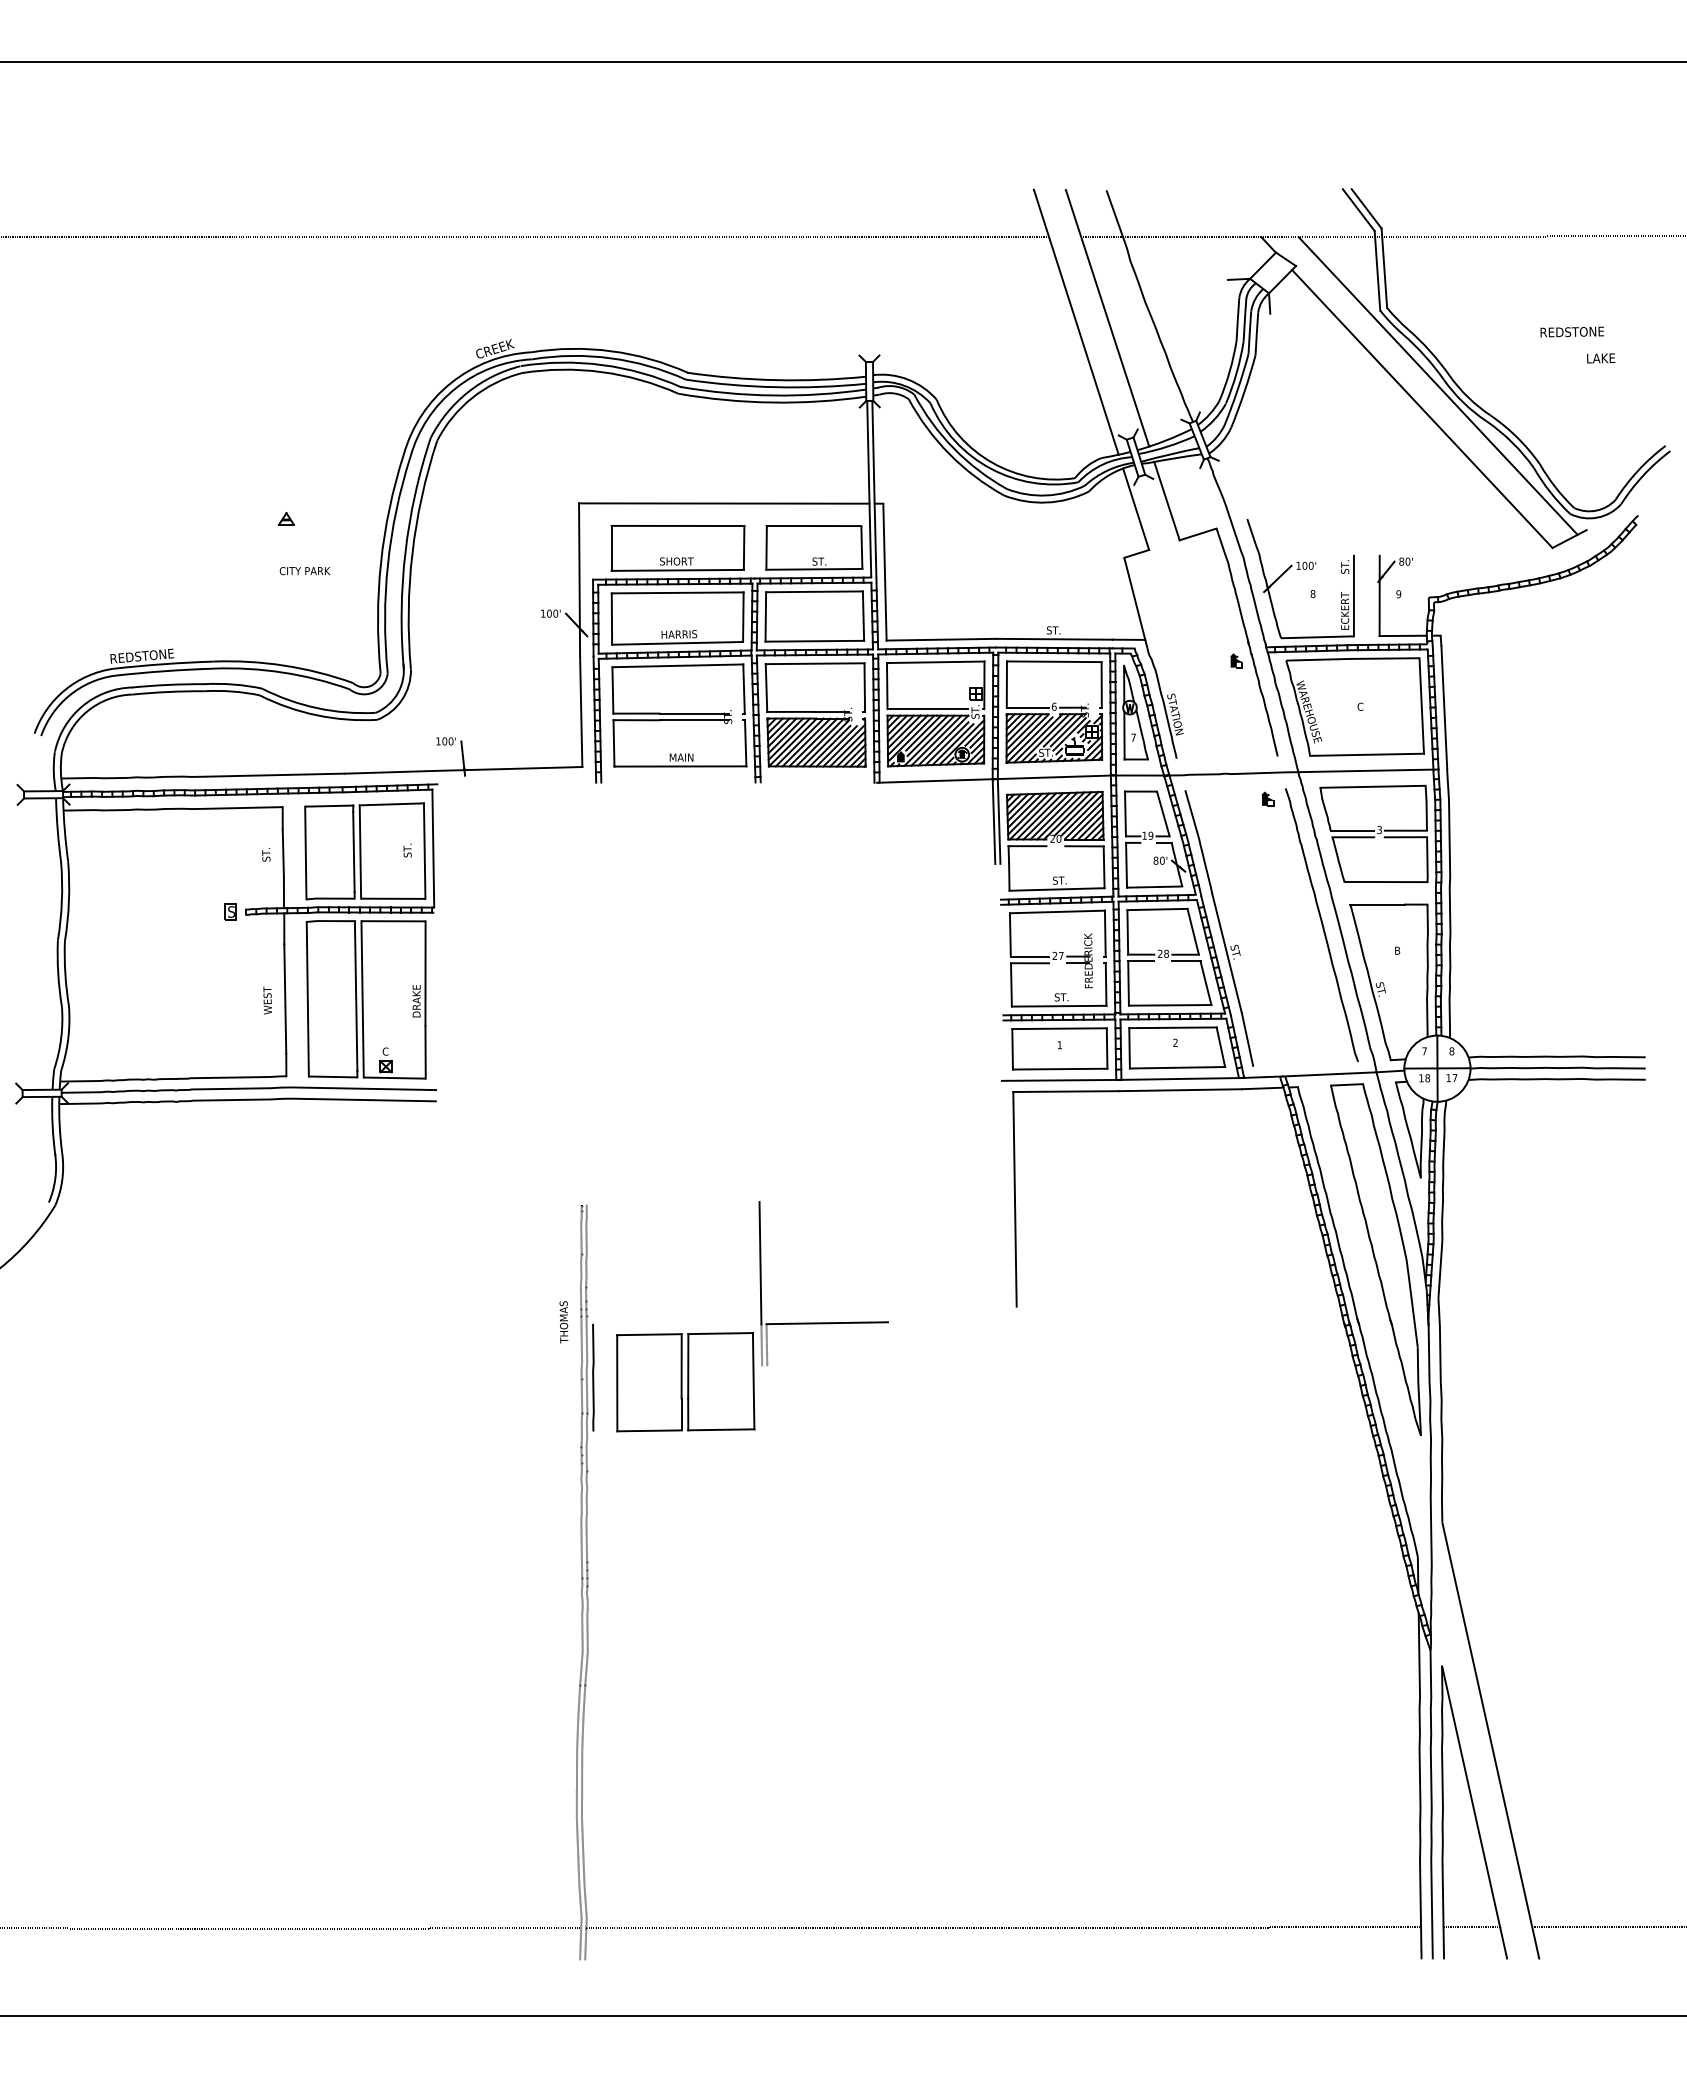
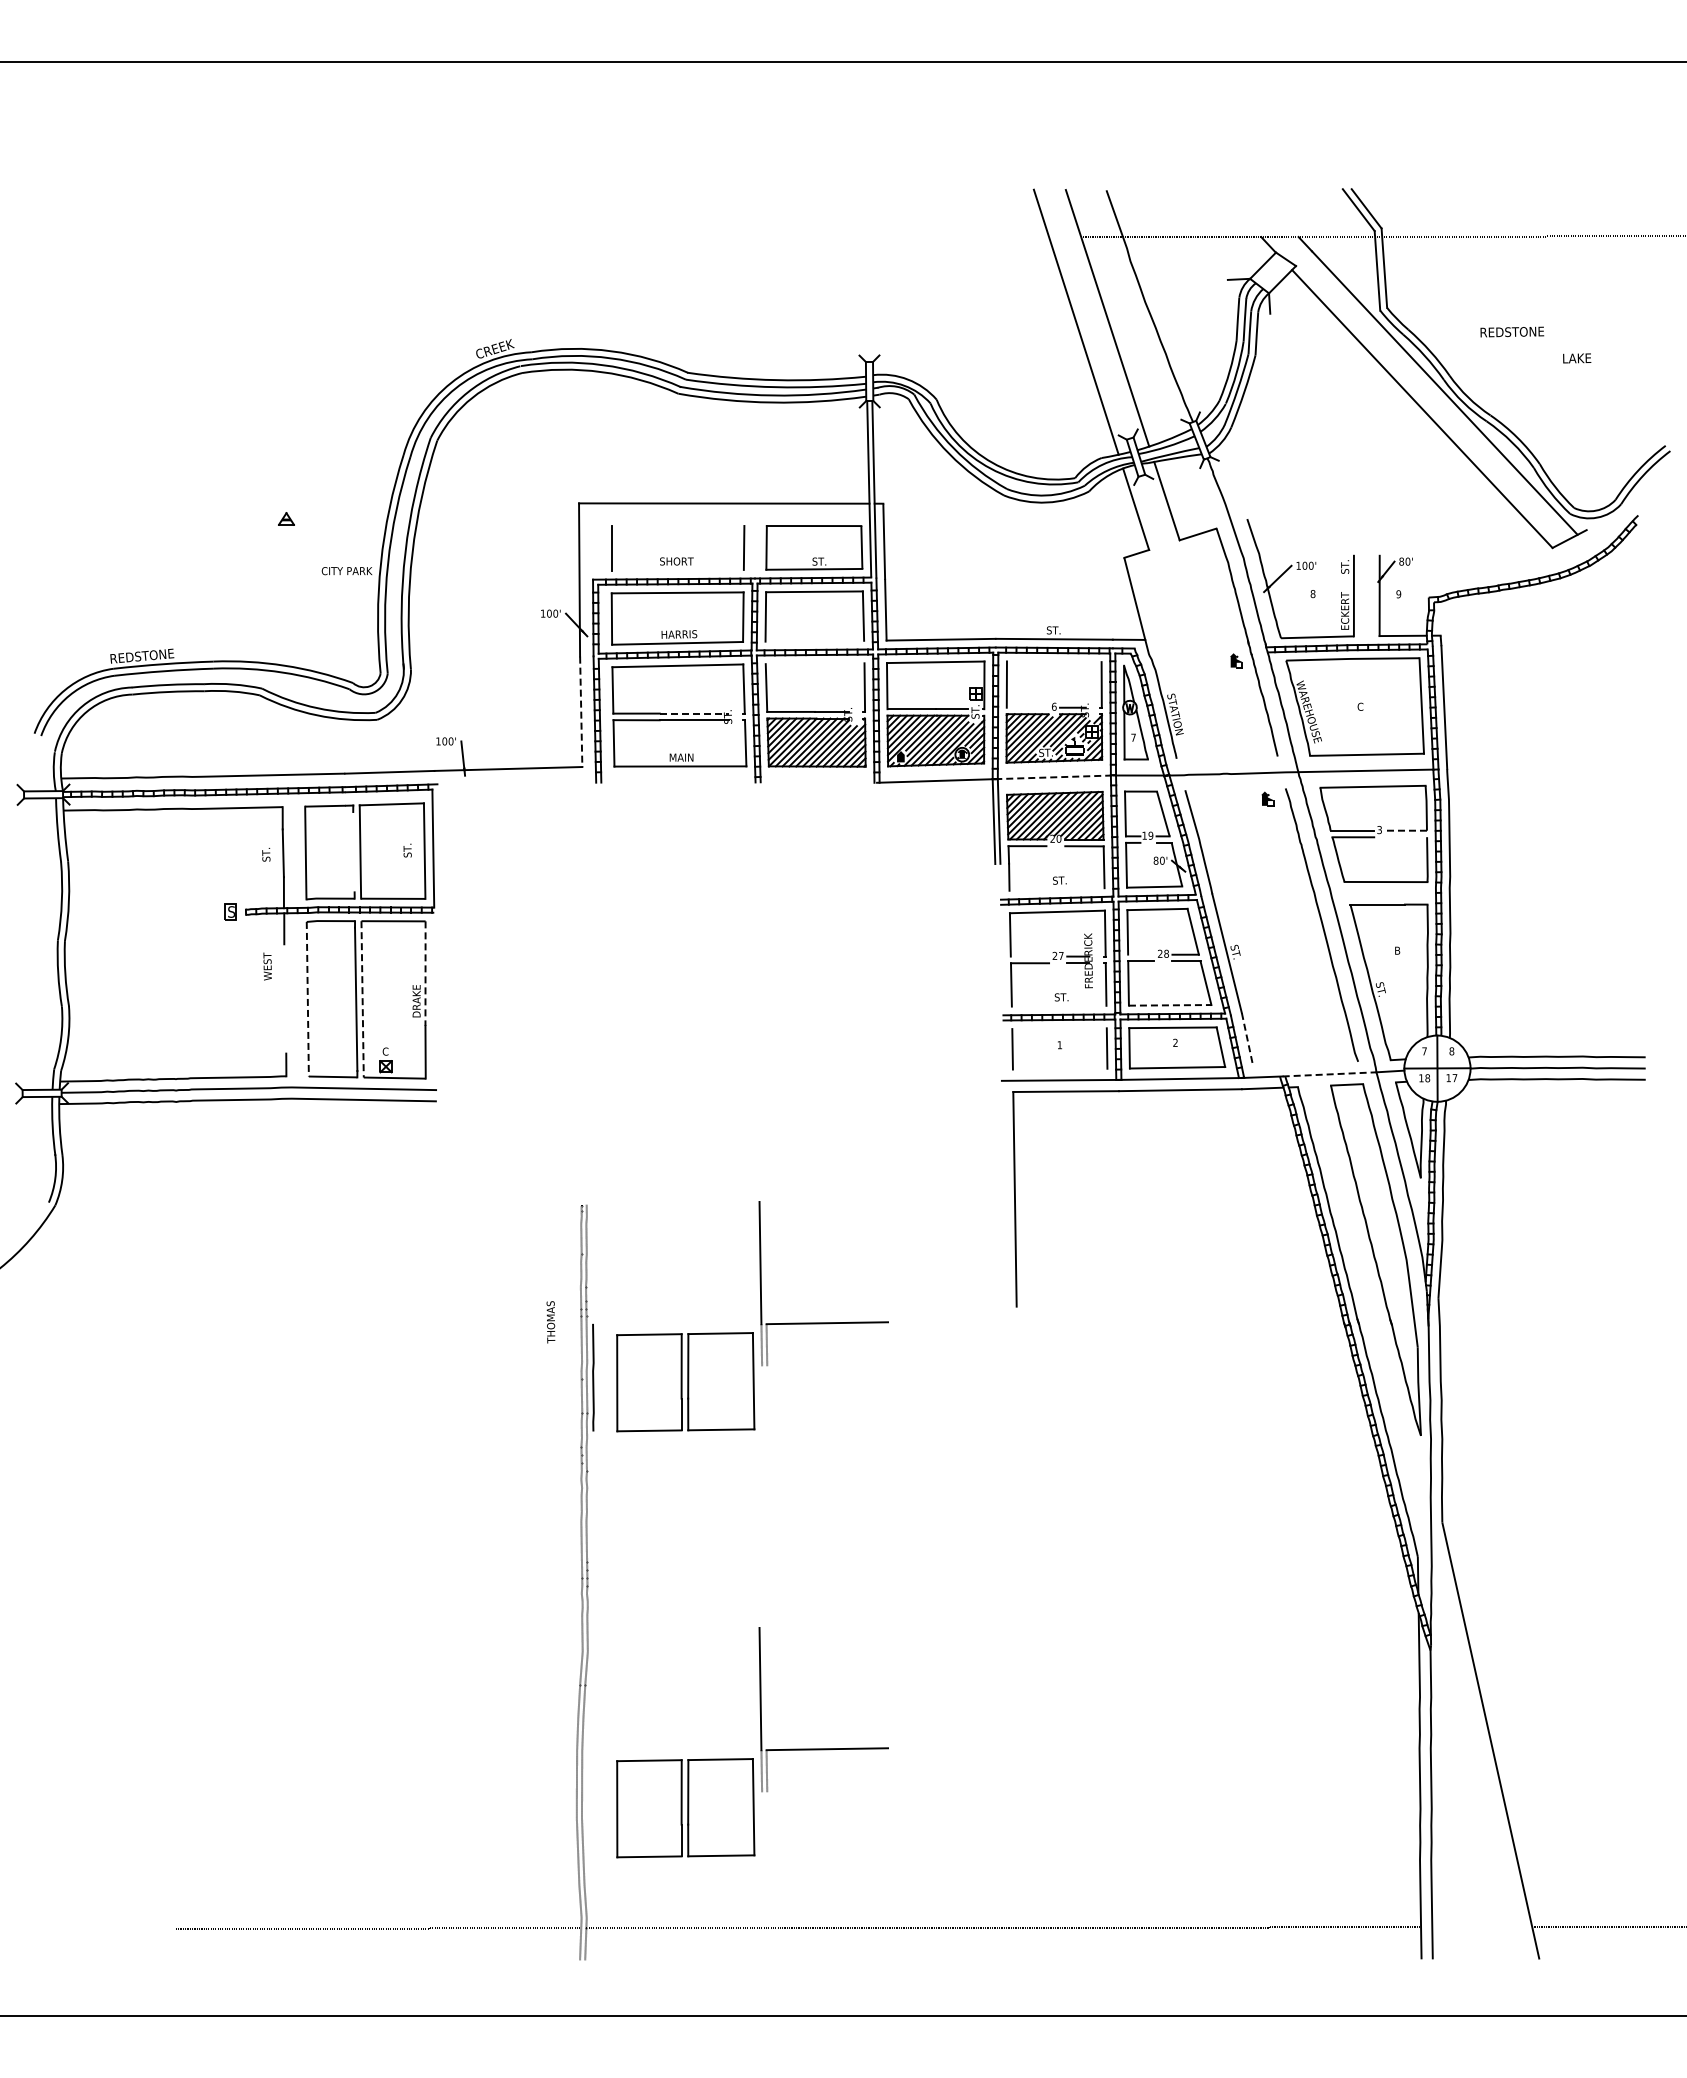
line at (525, 237): present -> none
text at (1572, 331) position: (1572, 331) -> (1512, 331)
text at (1601, 358) position: (1601, 358) -> (1577, 358)
line at (677, 525): present -> none
line at (677, 569): present -> none
text at (304, 571) position: (304, 571) -> (346, 571)
line at (814, 640): present -> none
line at (1053, 661): present -> none
line at (814, 663): present -> none
line at (1027, 707): present -> none
line at (581, 712): solid -> dashed
line at (694, 713): solid -> dashed
line at (1054, 777): solid -> dashed
line at (1405, 830): solid -> dashed
line at (1405, 837): present -> none
line at (353, 852): present -> none
line at (1056, 889): present -> none
line at (1141, 954): present -> none
line at (1029, 956): present -> none
line at (425, 974): solid -> dashed
line at (285, 998): present -> none
line at (307, 999): solid -> dashed
line at (362, 999): solid -> dashed
text at (267, 1000) position: (267, 1000) -> (267, 966)
line at (1058, 1005): present -> none
line at (1170, 1005): solid -> dashed
line at (1059, 1028): present -> none
line at (1247, 1039): solid -> dashed
line at (1059, 1068): present -> none
line at (1329, 1074): solid -> dashed
text at (563, 1322) position: (563, 1322) -> (550, 1322)
part at (760, 1742): none -> present
part at (1474, 1812): present -> none
line at (88, 1928): present -> none
